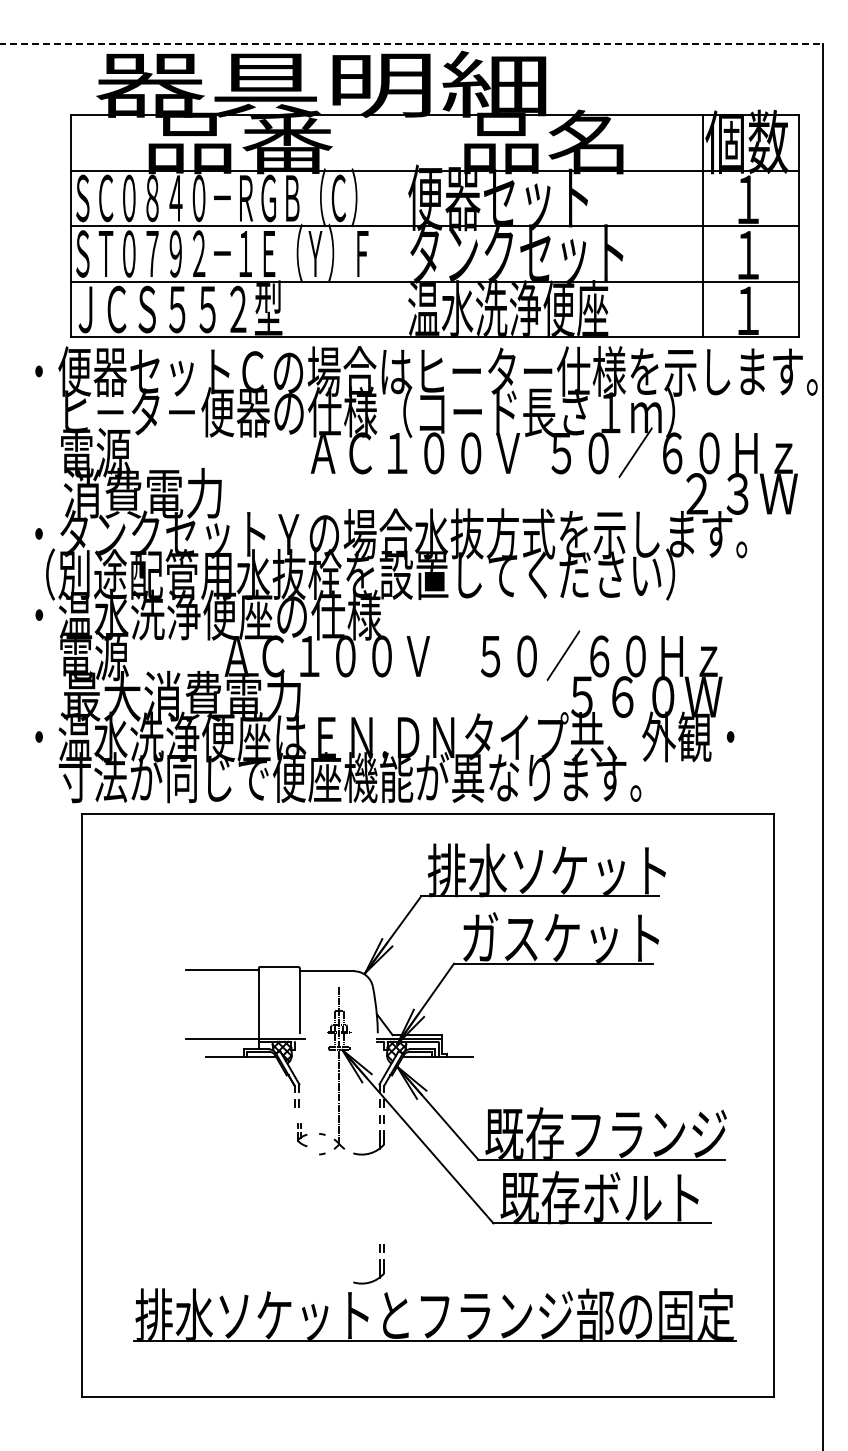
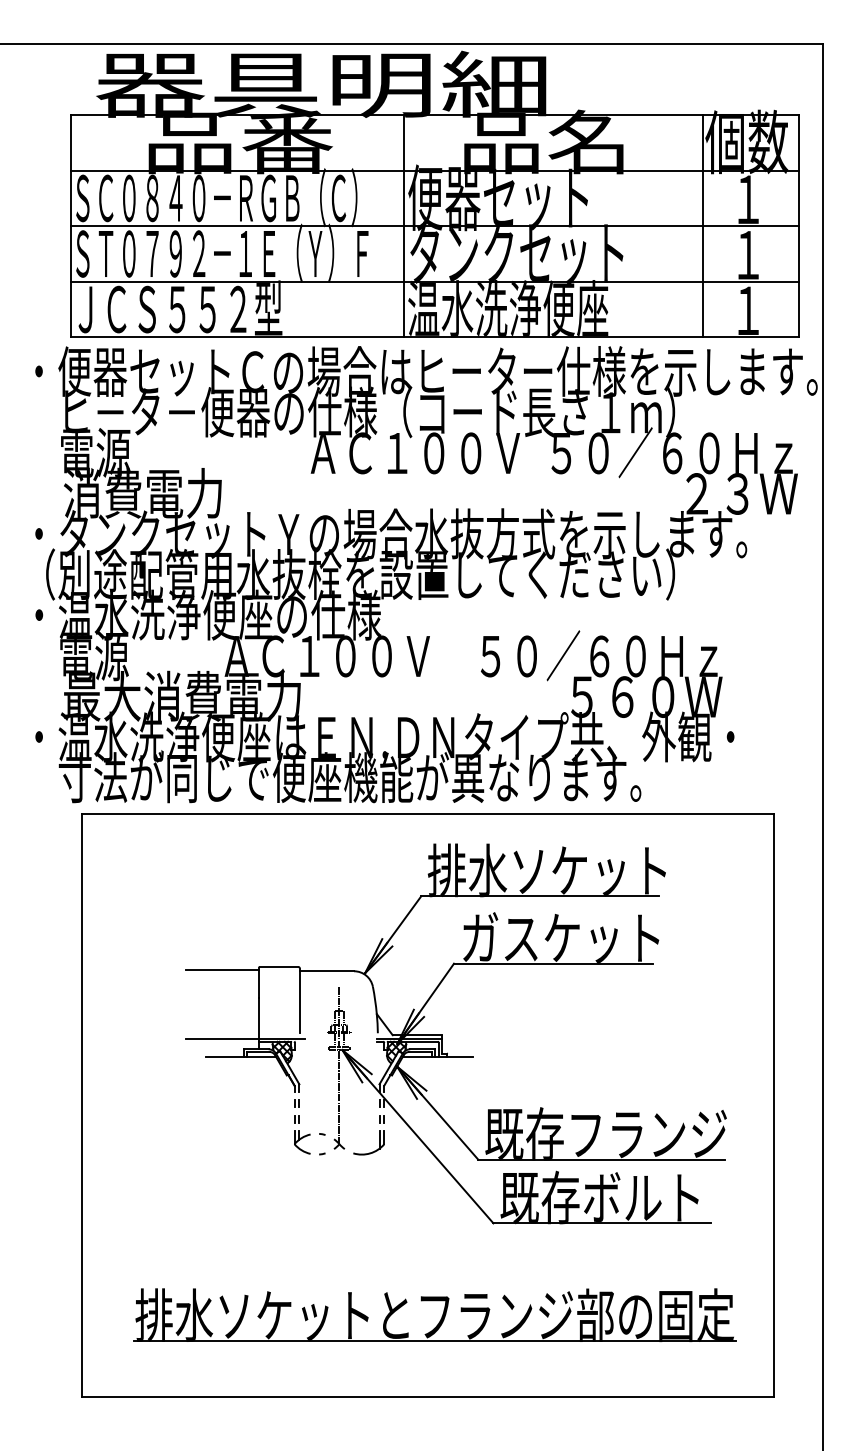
line at (411, 43): dashed -> solid
line at (403, 226): none -> present
part at (302, 1135) size: 11x25 px -> 17x40 px
part at (379, 1264): present -> none
